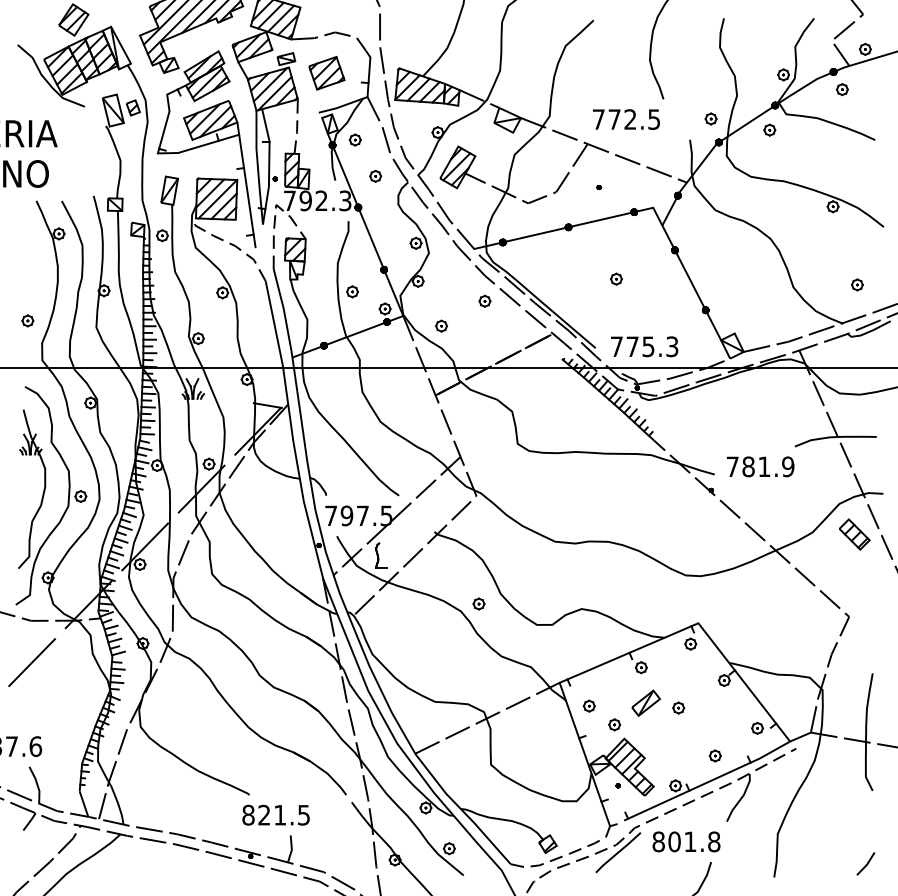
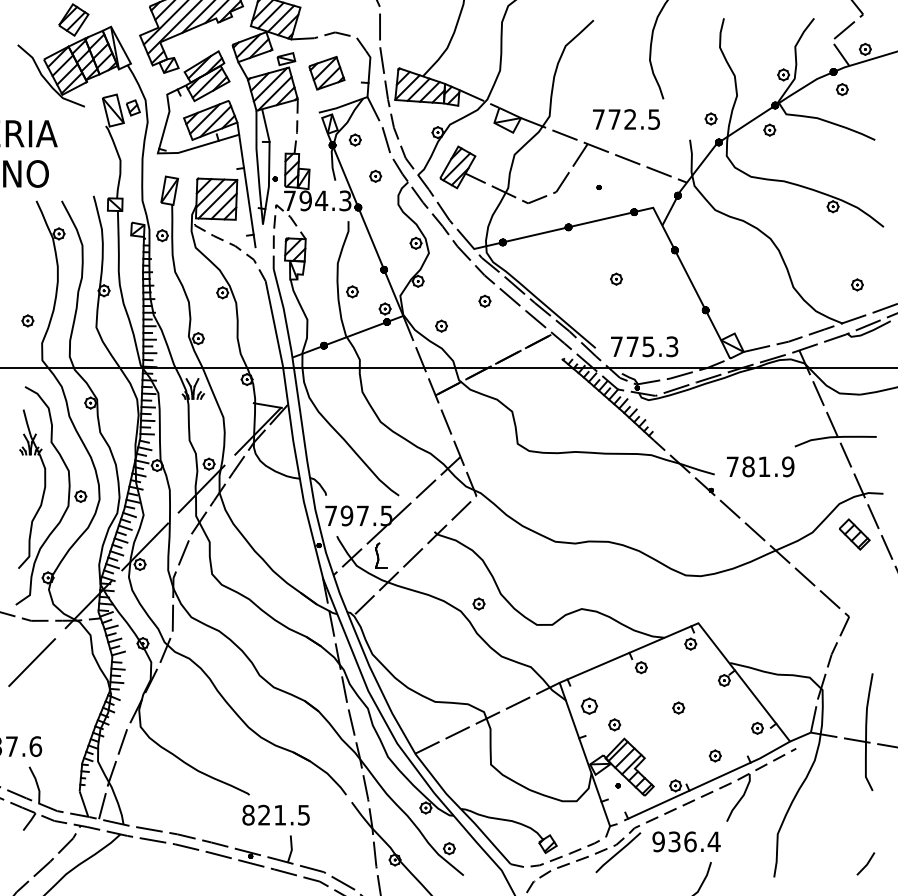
text at (321, 200): 792.3 -> 794.3
part at (646, 702): present -> none
part at (588, 705) size: 14x14 px -> 19x18 px
text at (686, 841): 801.8 -> 936.4
